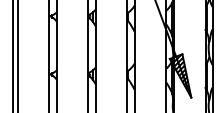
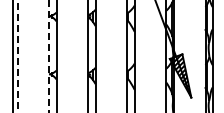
line at (17, 56): solid -> dashed
line at (49, 56): solid -> dashed
